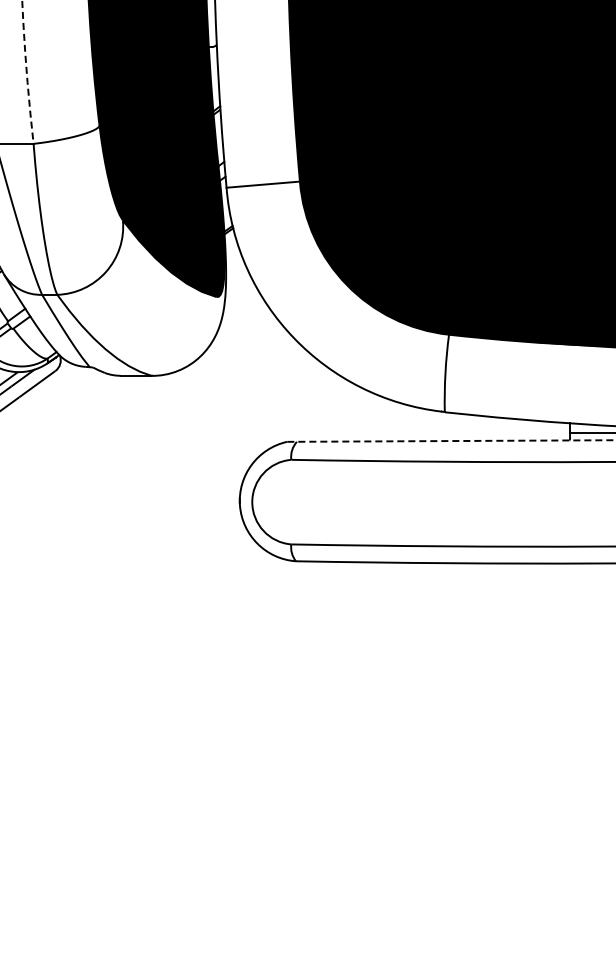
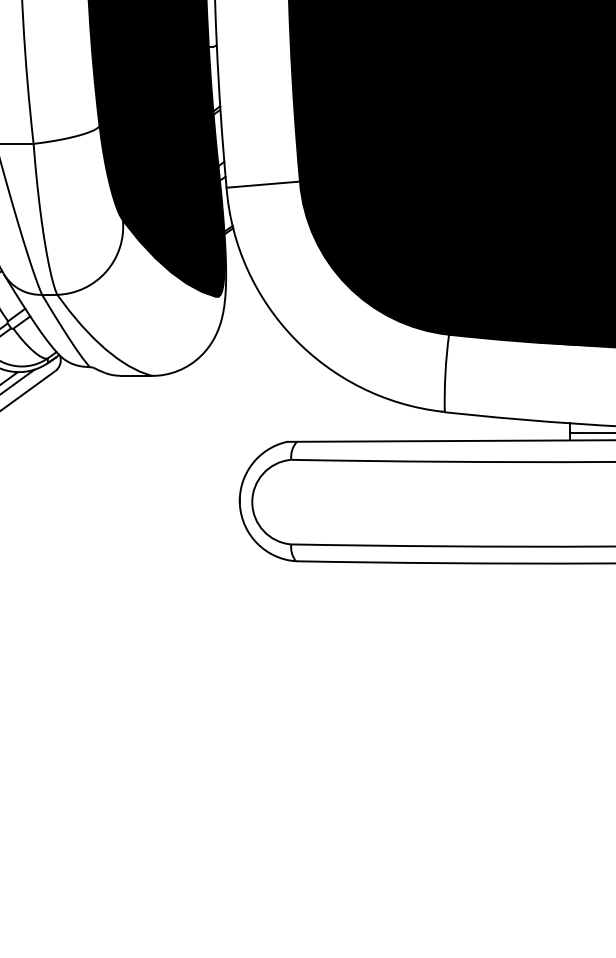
arc at (26, 72): dashed -> solid
line at (450, 441): dashed -> solid
